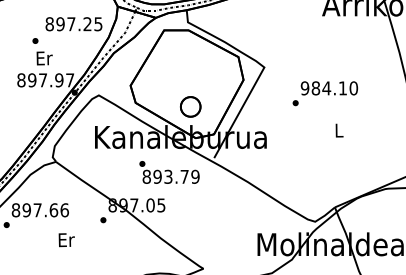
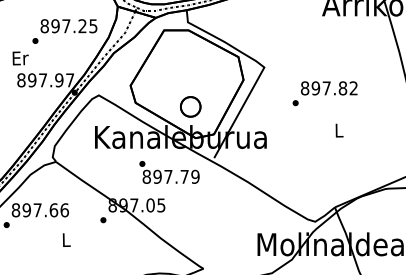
text at (73, 24) position: (73, 24) -> (68, 26)
text at (44, 58) position: (44, 58) -> (20, 58)
text at (329, 88): 984.10 -> 897.82
text at (168, 176): 893.79 -> 897.79
text at (66, 240): Er -> L
